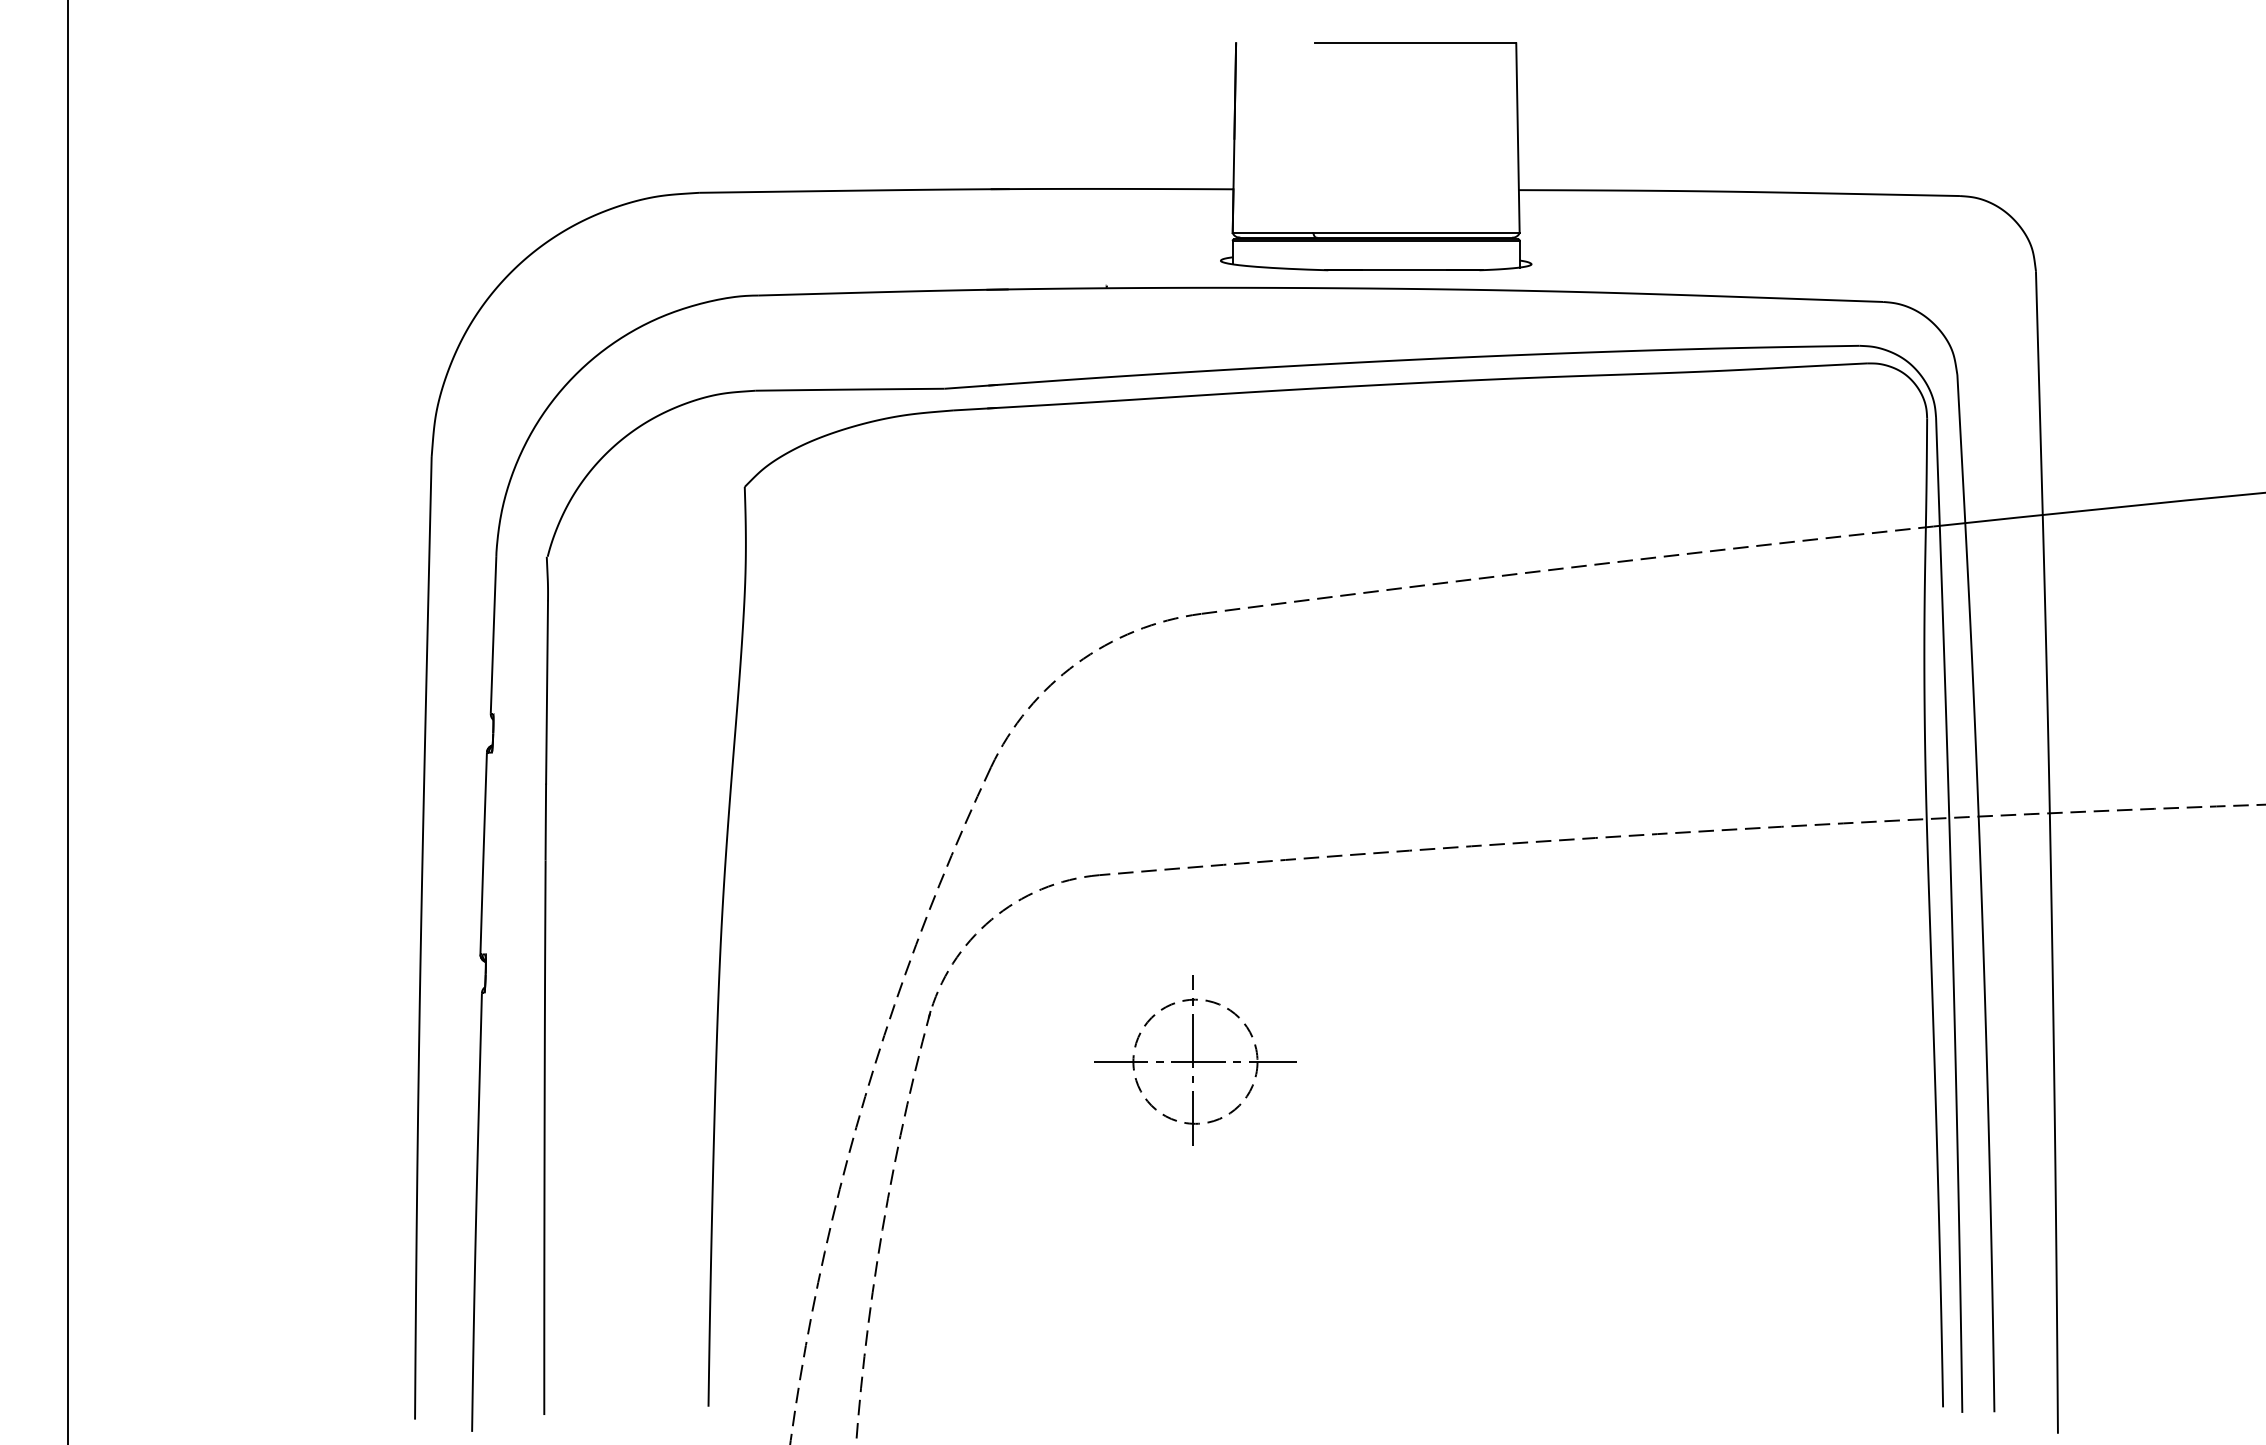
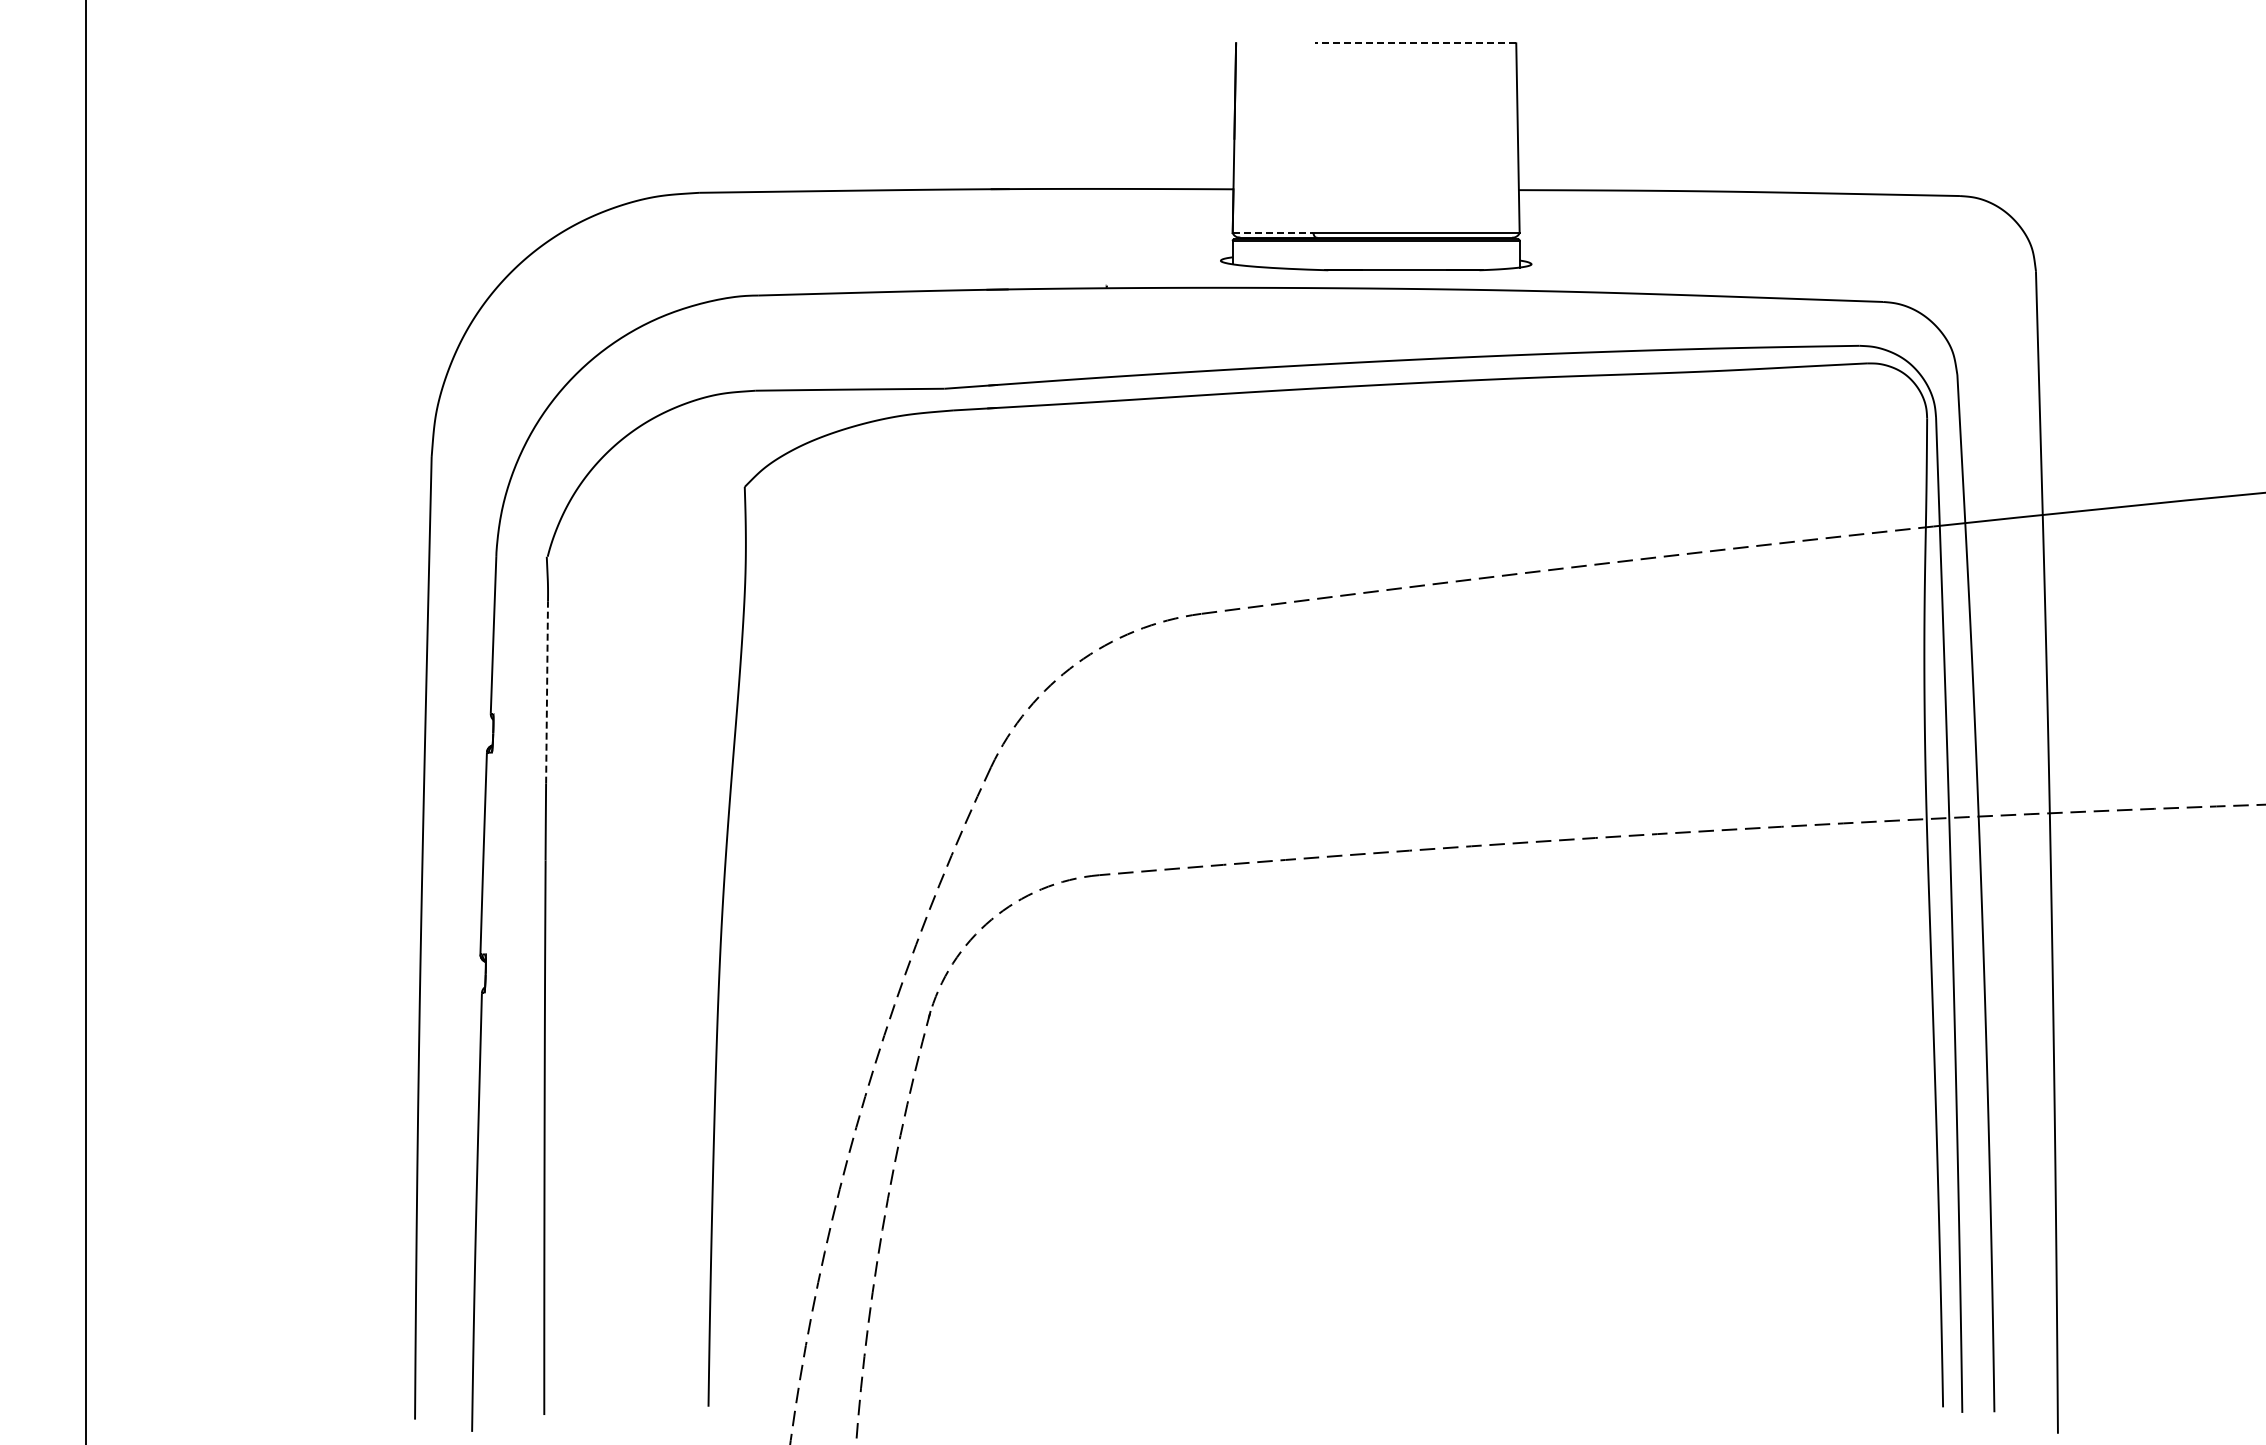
line at (1415, 43): solid -> dashed
line at (1273, 233): solid -> dashed
line at (547, 691): solid -> dashed
line at (67, 721) position: (67, 721) -> (85, 721)
part at (1195, 1060): present -> none
